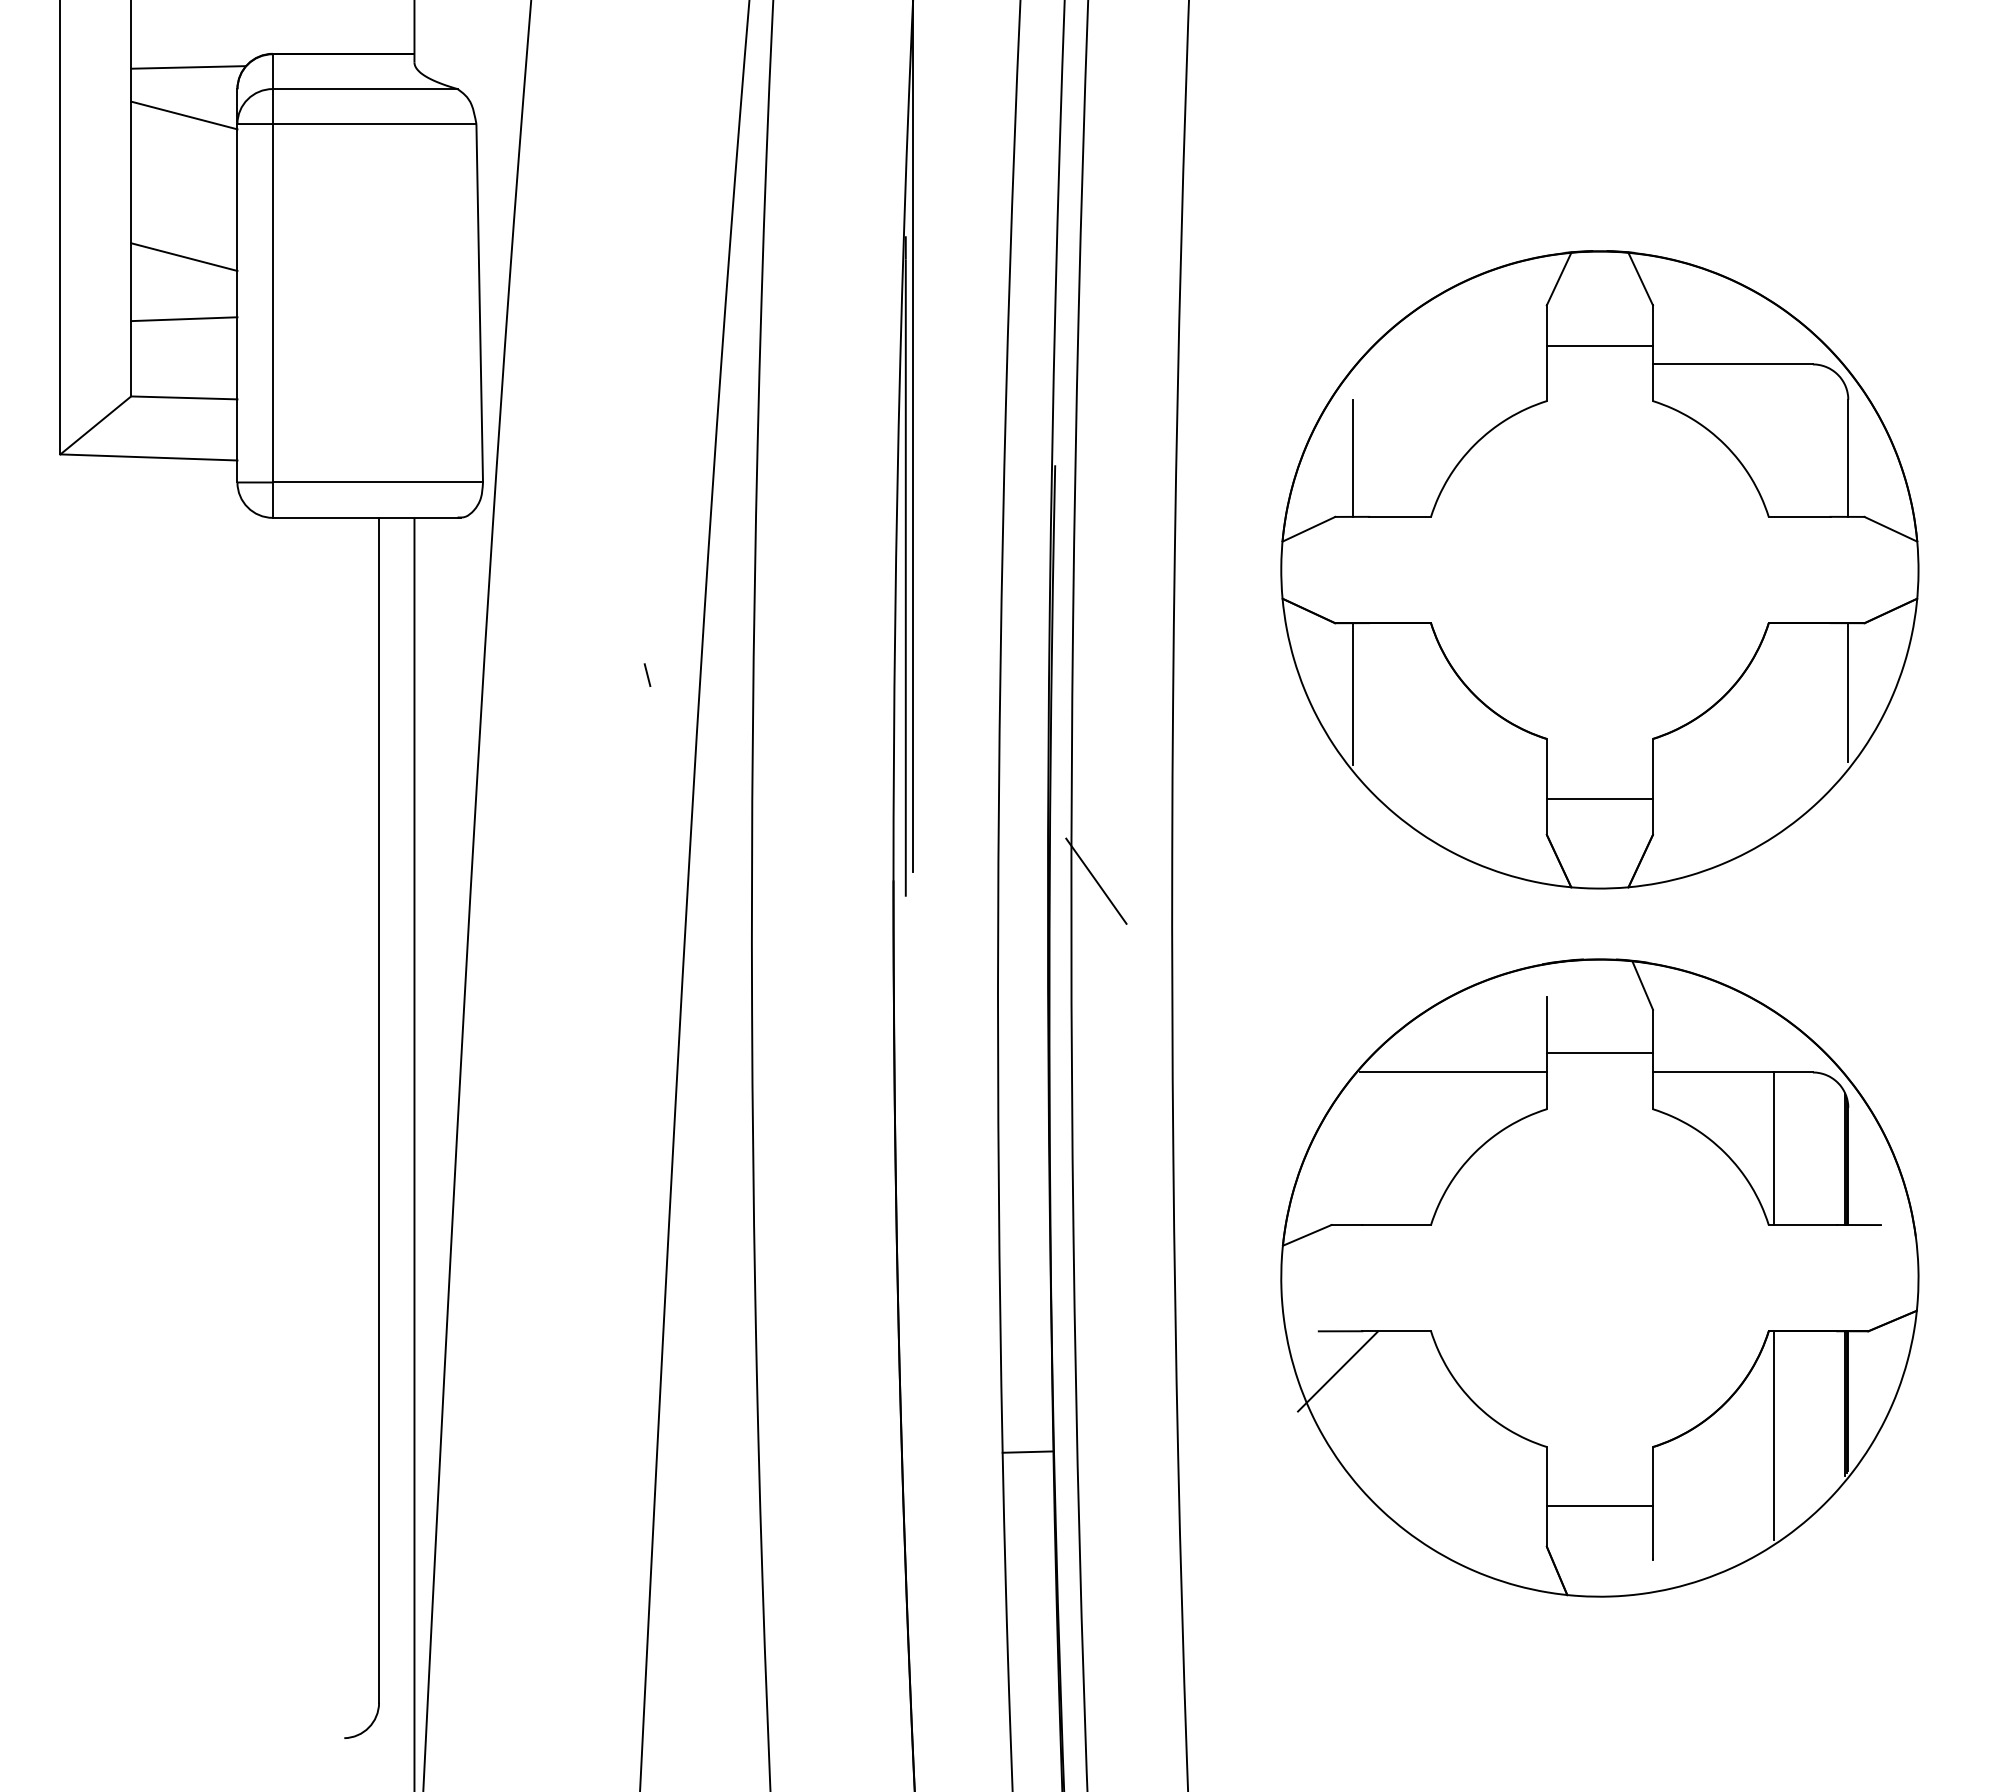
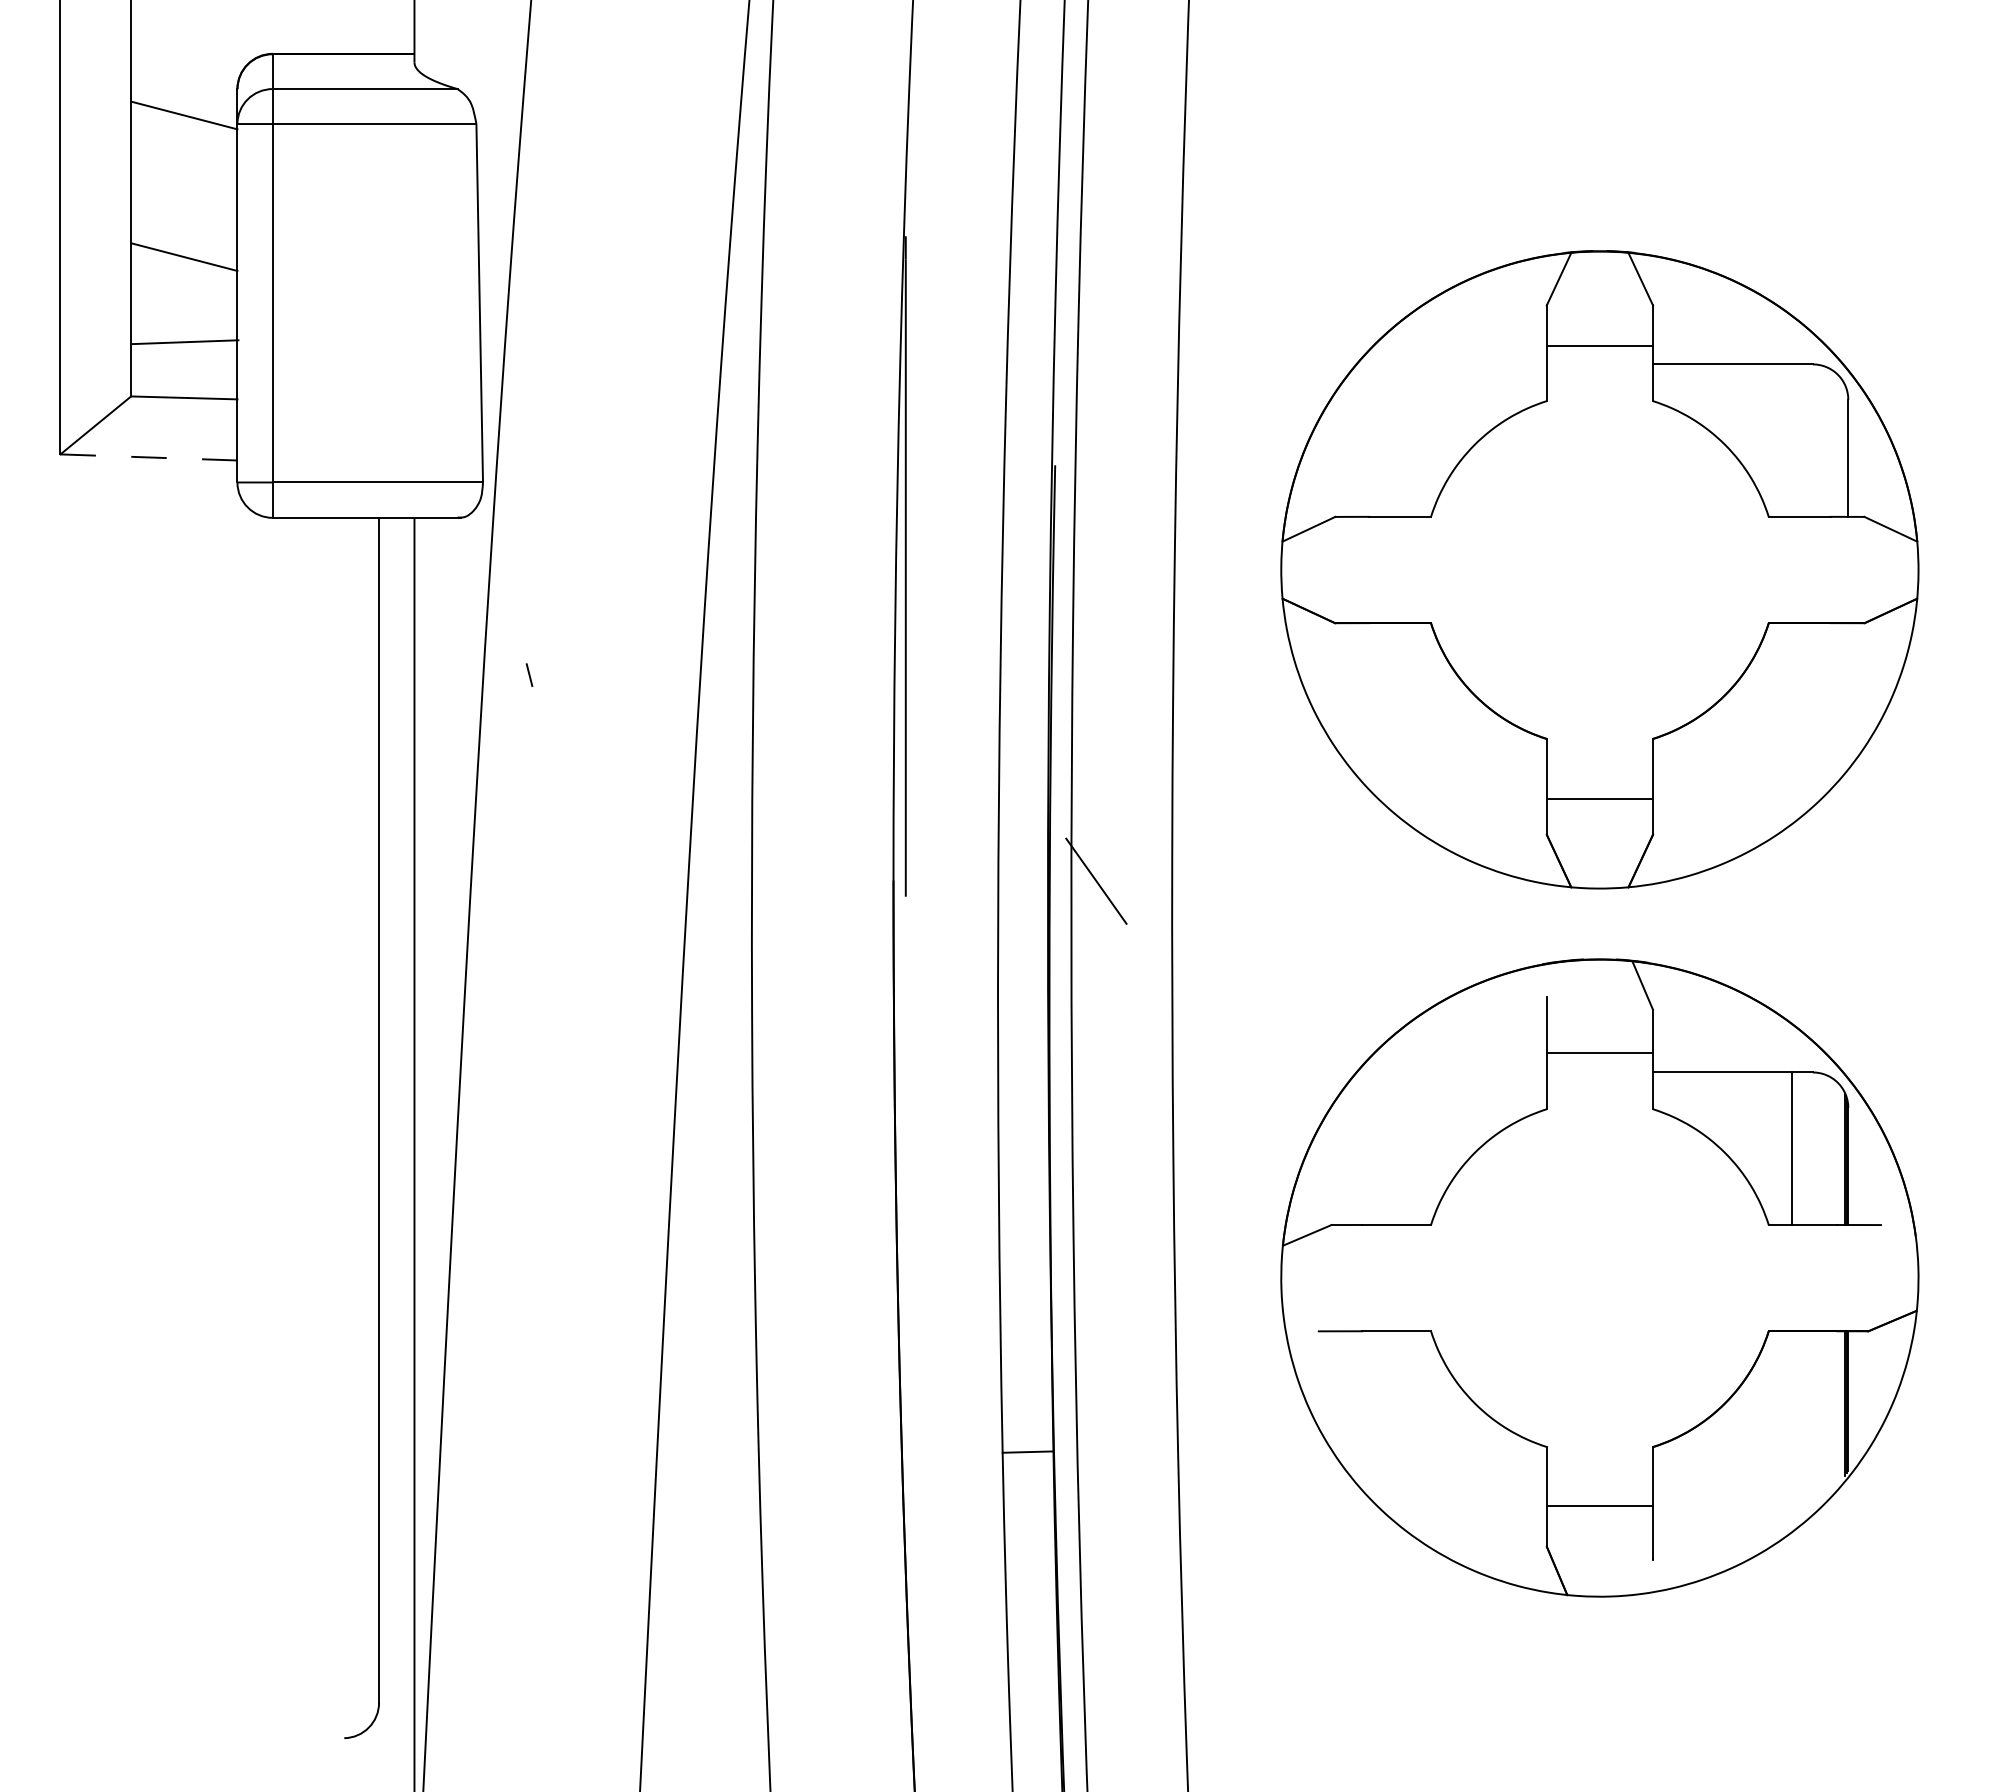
line at (188, 67): present -> none
line at (184, 319) position: (184, 319) -> (185, 342)
line at (912, 437): present -> none
line at (148, 457): solid -> dashed
line at (1352, 457): present -> none
line at (647, 674) position: (647, 674) -> (529, 674)
line at (1848, 692): present -> none
line at (1352, 693): present -> none
line at (1453, 1072): present -> none
line at (1774, 1148) position: (1774, 1148) -> (1792, 1148)
line at (1338, 1371): present -> none
line at (1774, 1435): present -> none
